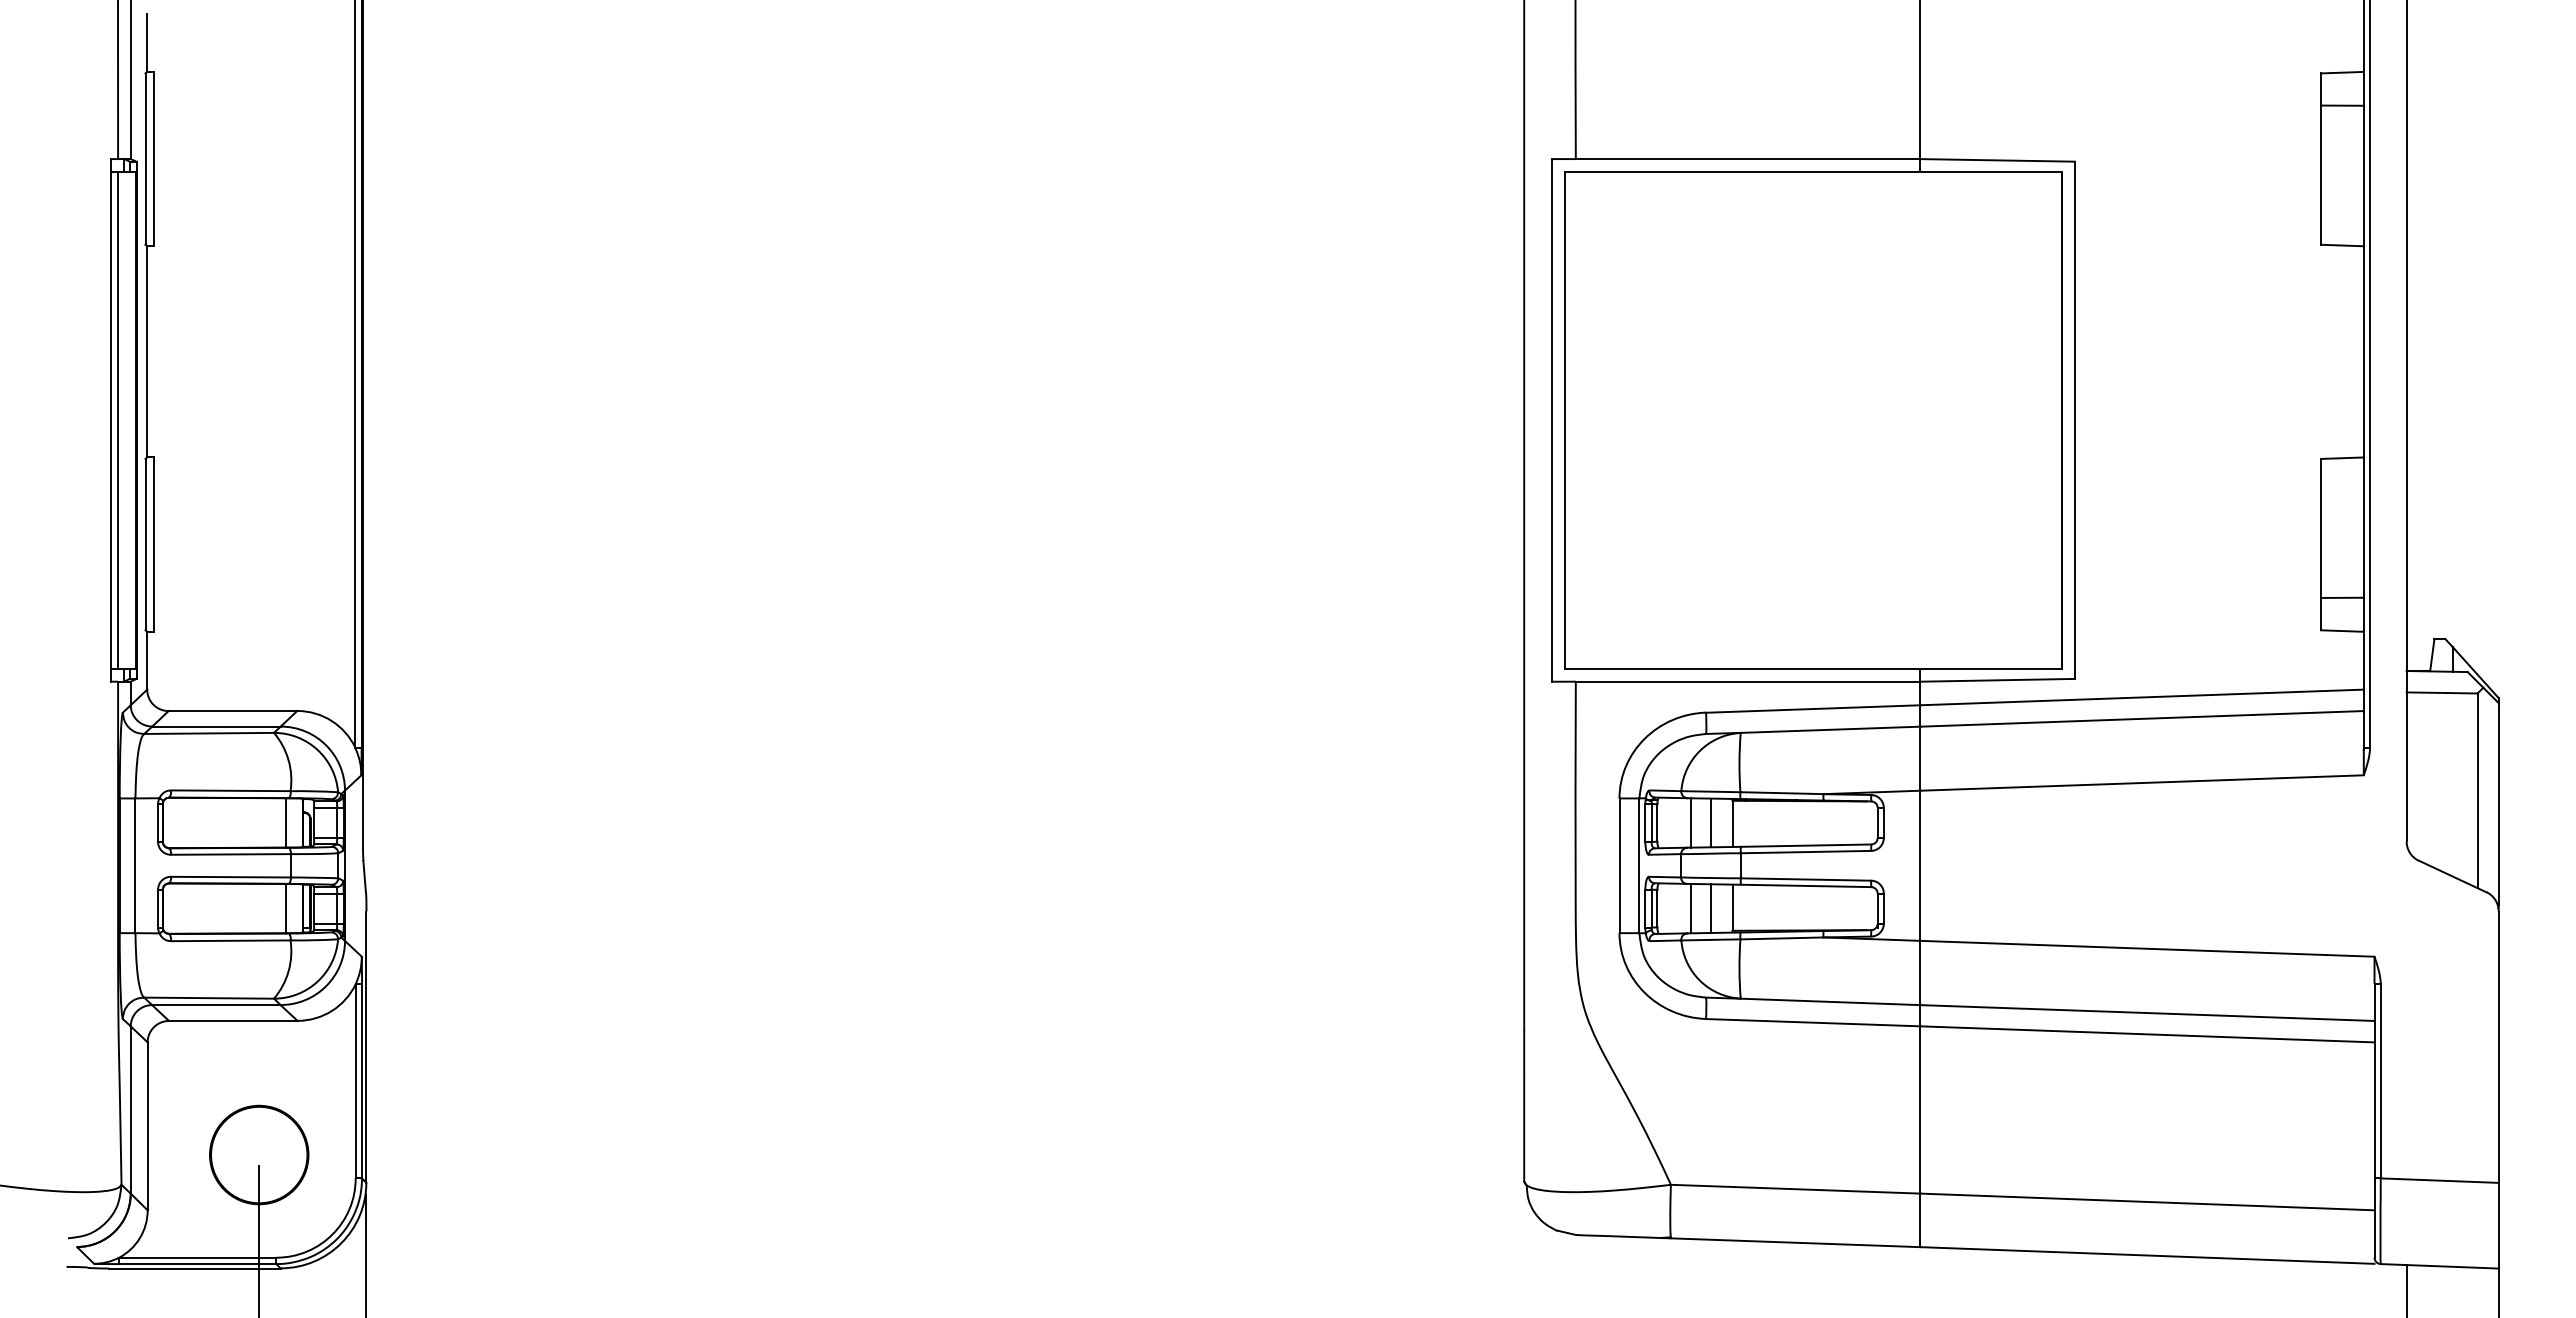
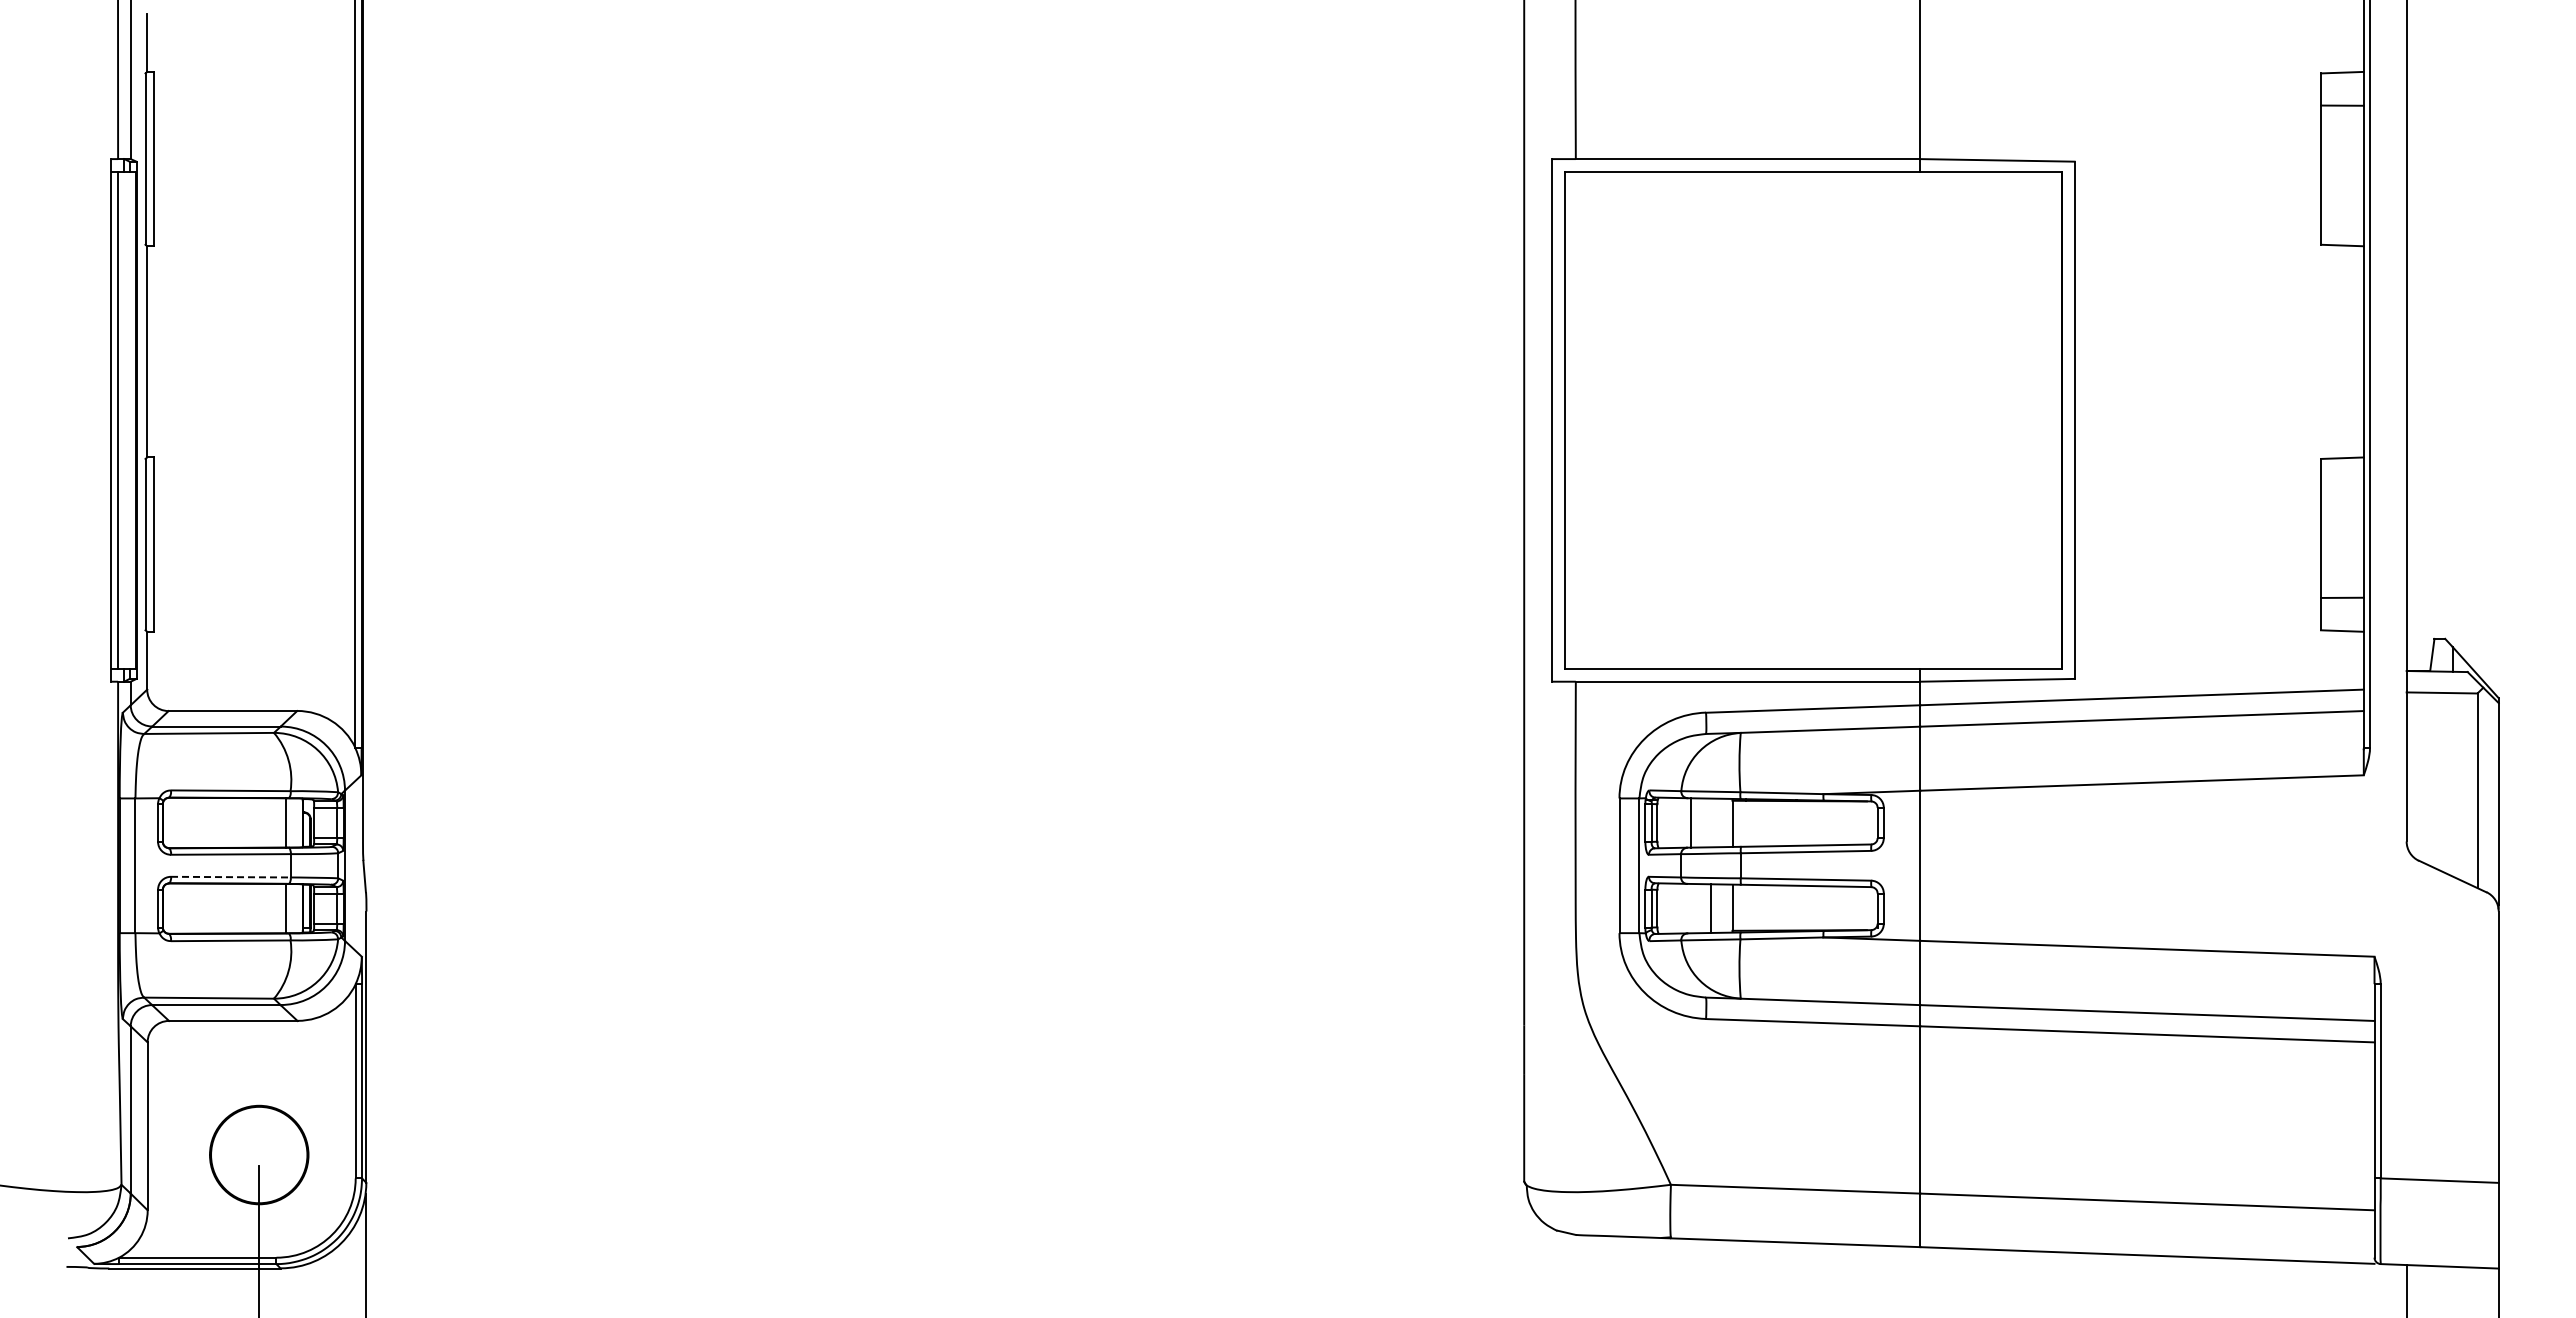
line at (1710, 822): present -> none
line at (230, 877): solid -> dashed
line at (1690, 908): present -> none
